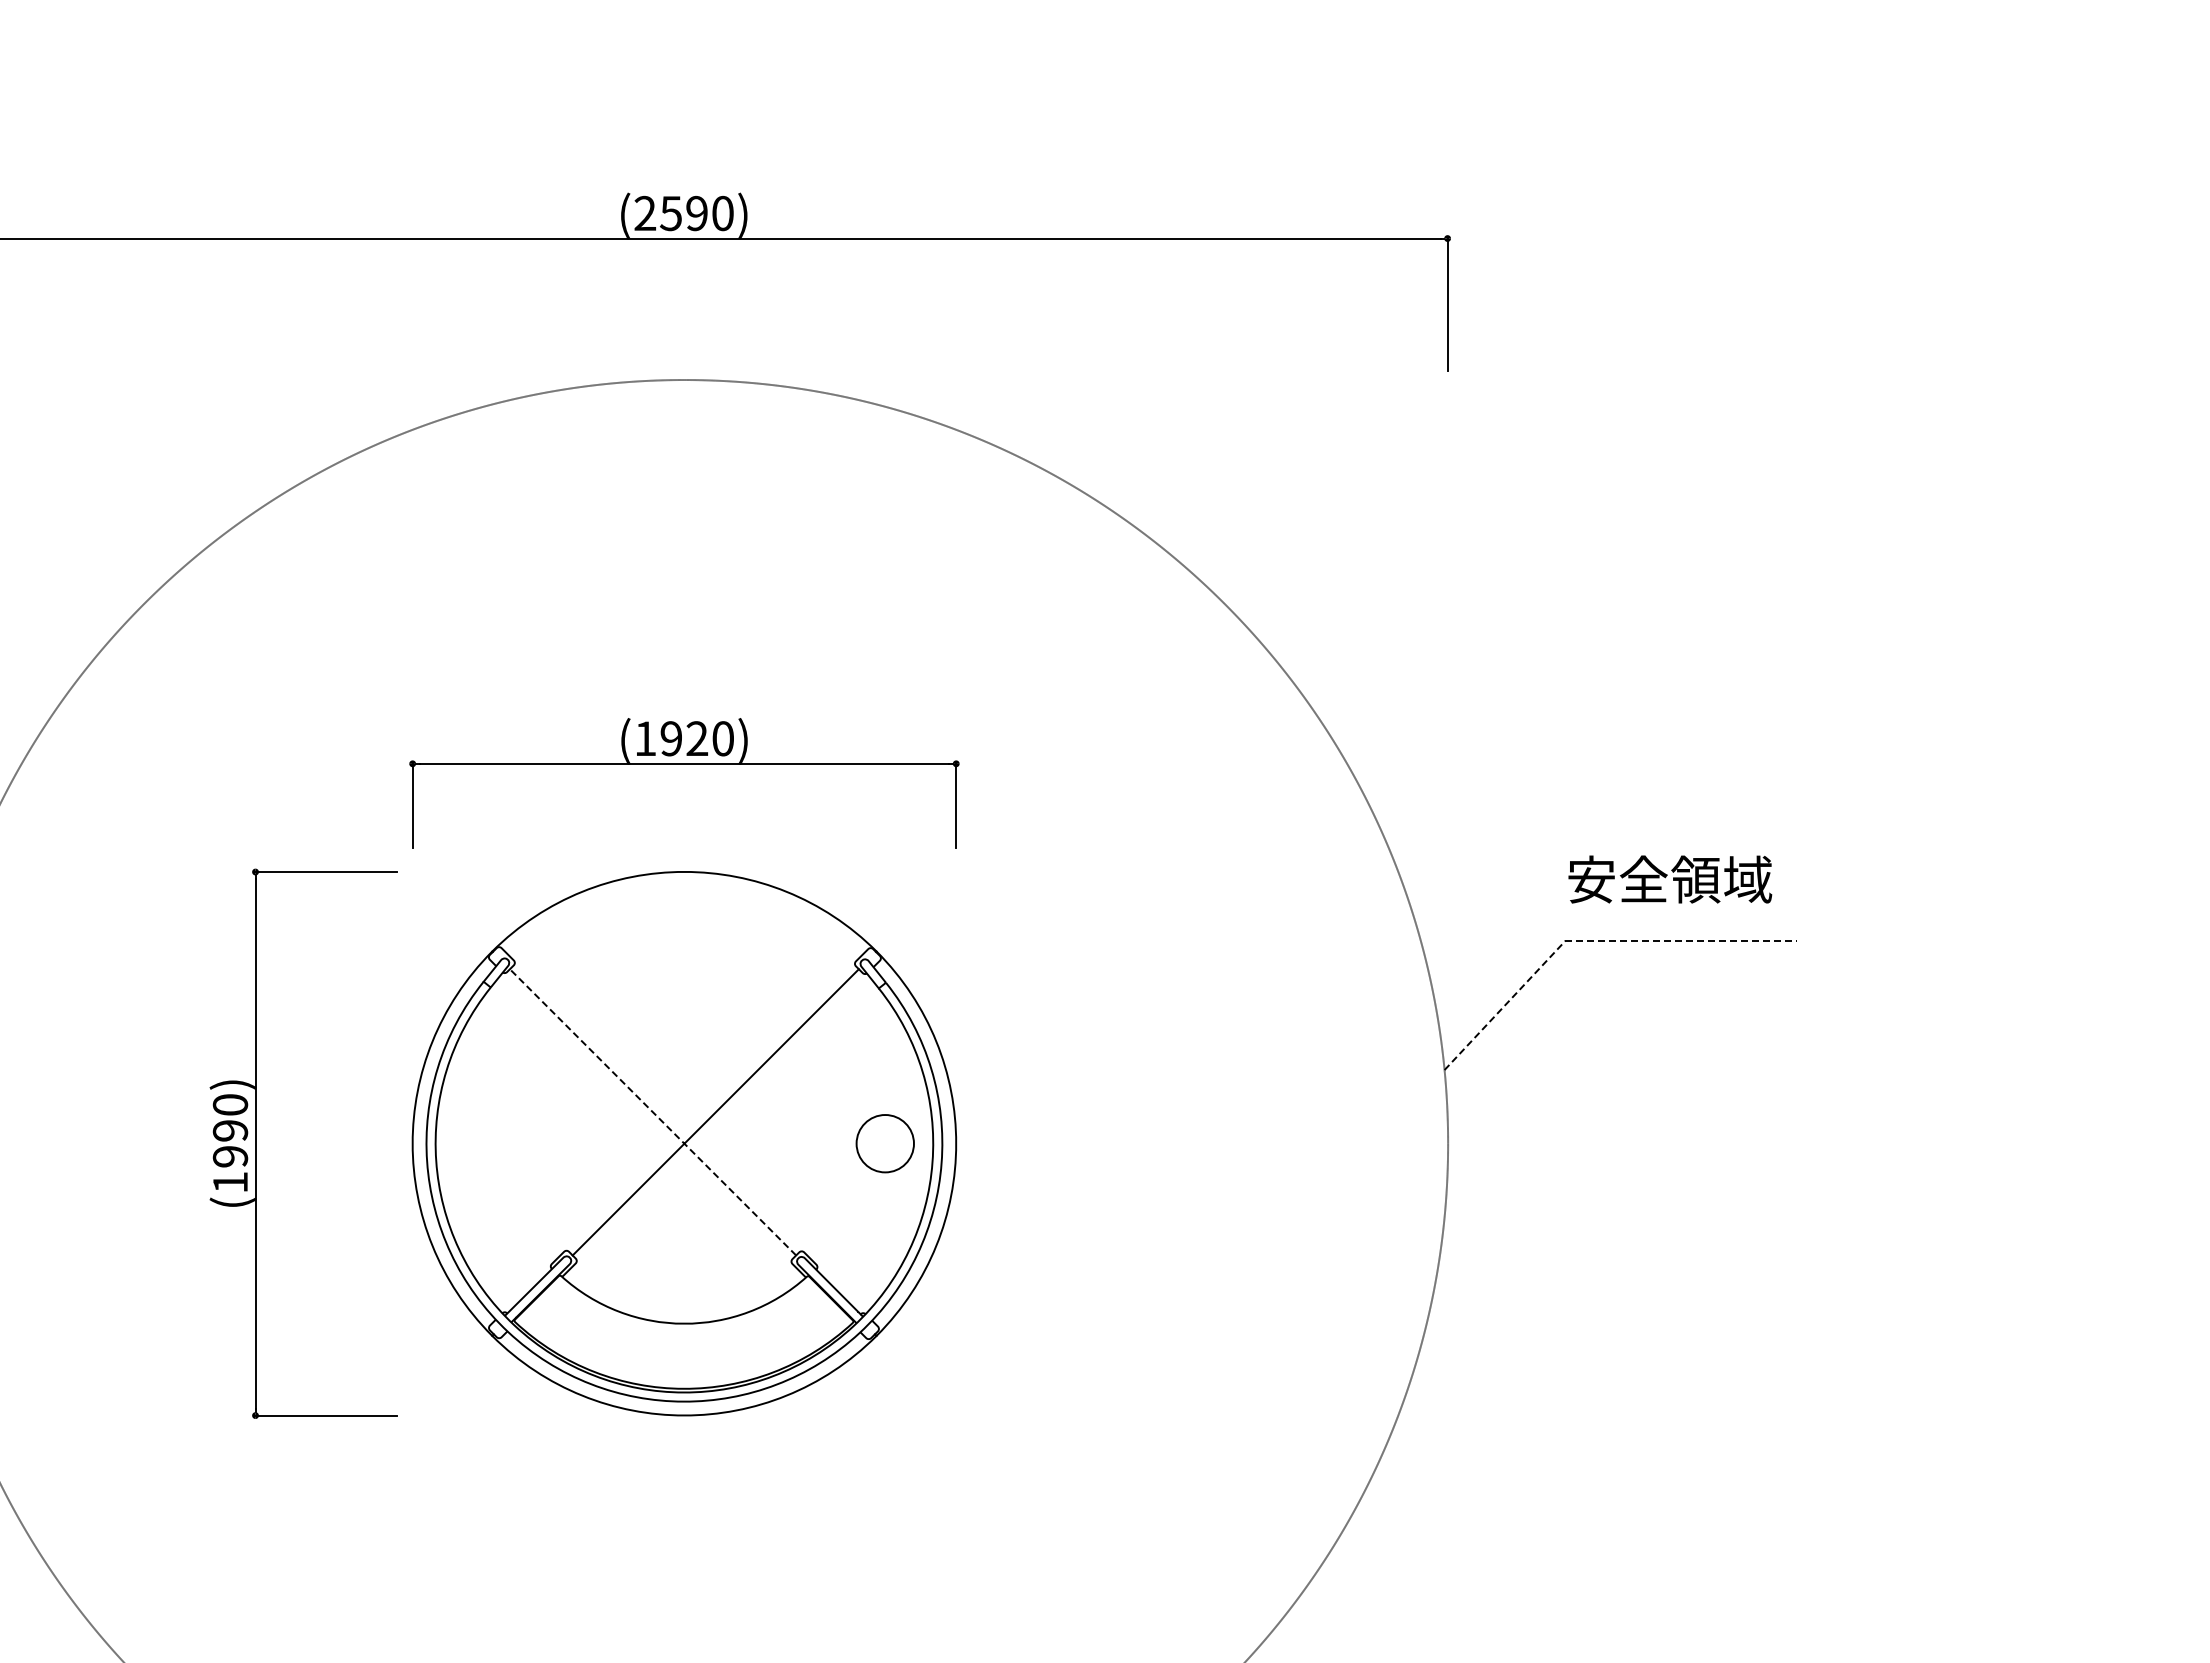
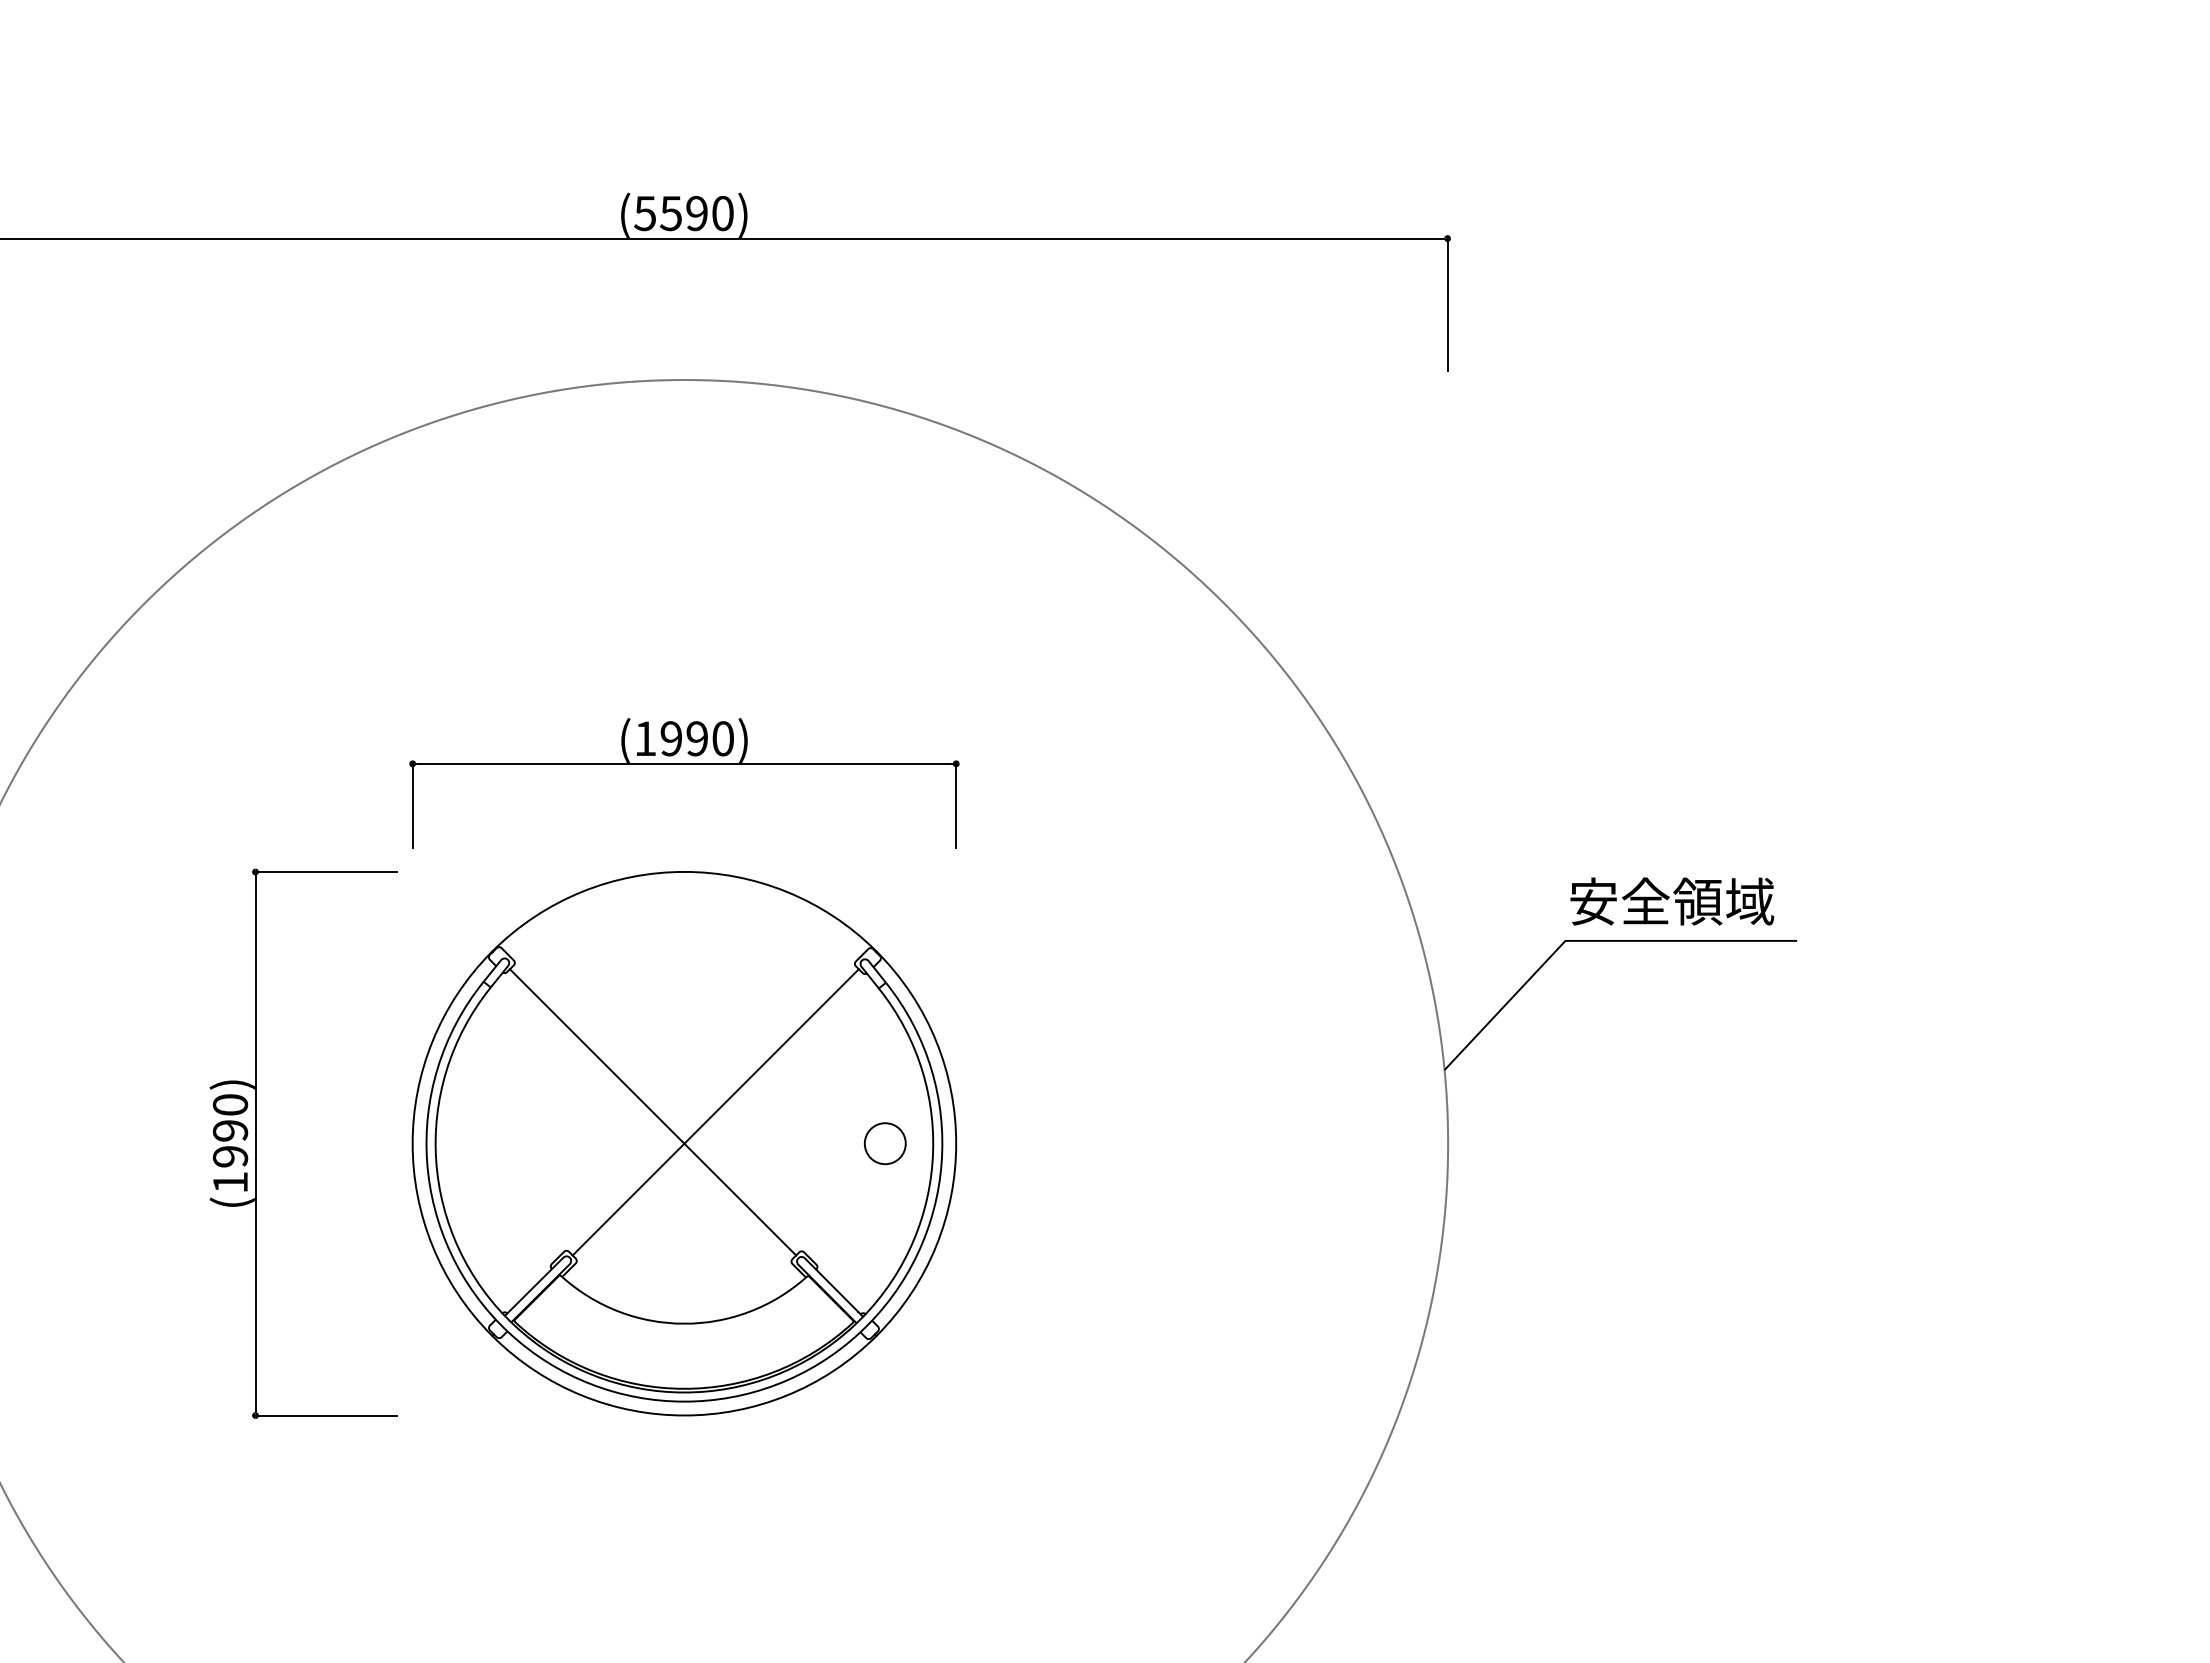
text at (645, 213): (2590) -> (5590)
text at (697, 738): (1920) -> (1990)
text at (1670, 879) position: (1670, 879) -> (1672, 901)
line at (1592, 940): dashed -> solid
line at (652, 1112): dashed -> solid
circle at (884, 1143) diameter: 57 px -> 41 px
